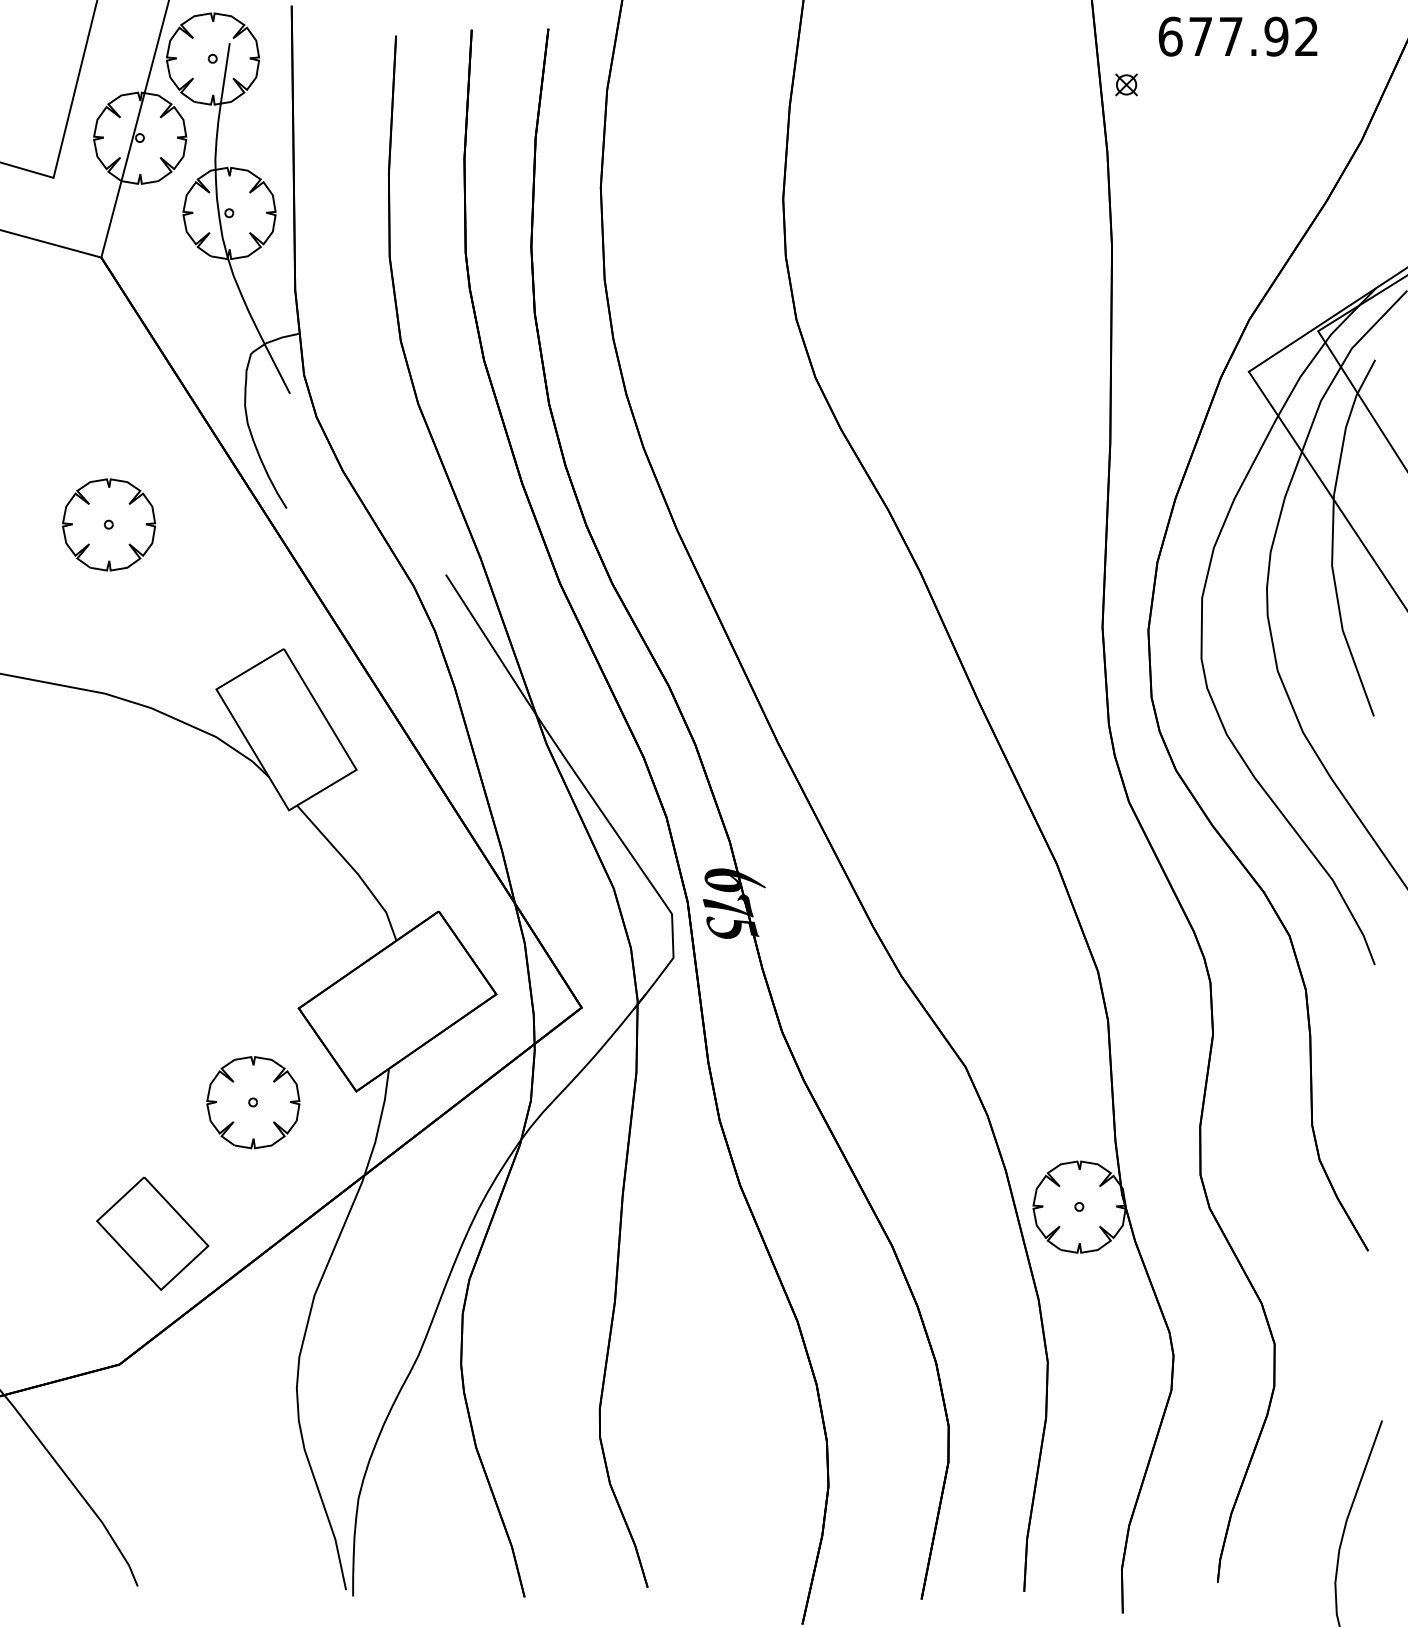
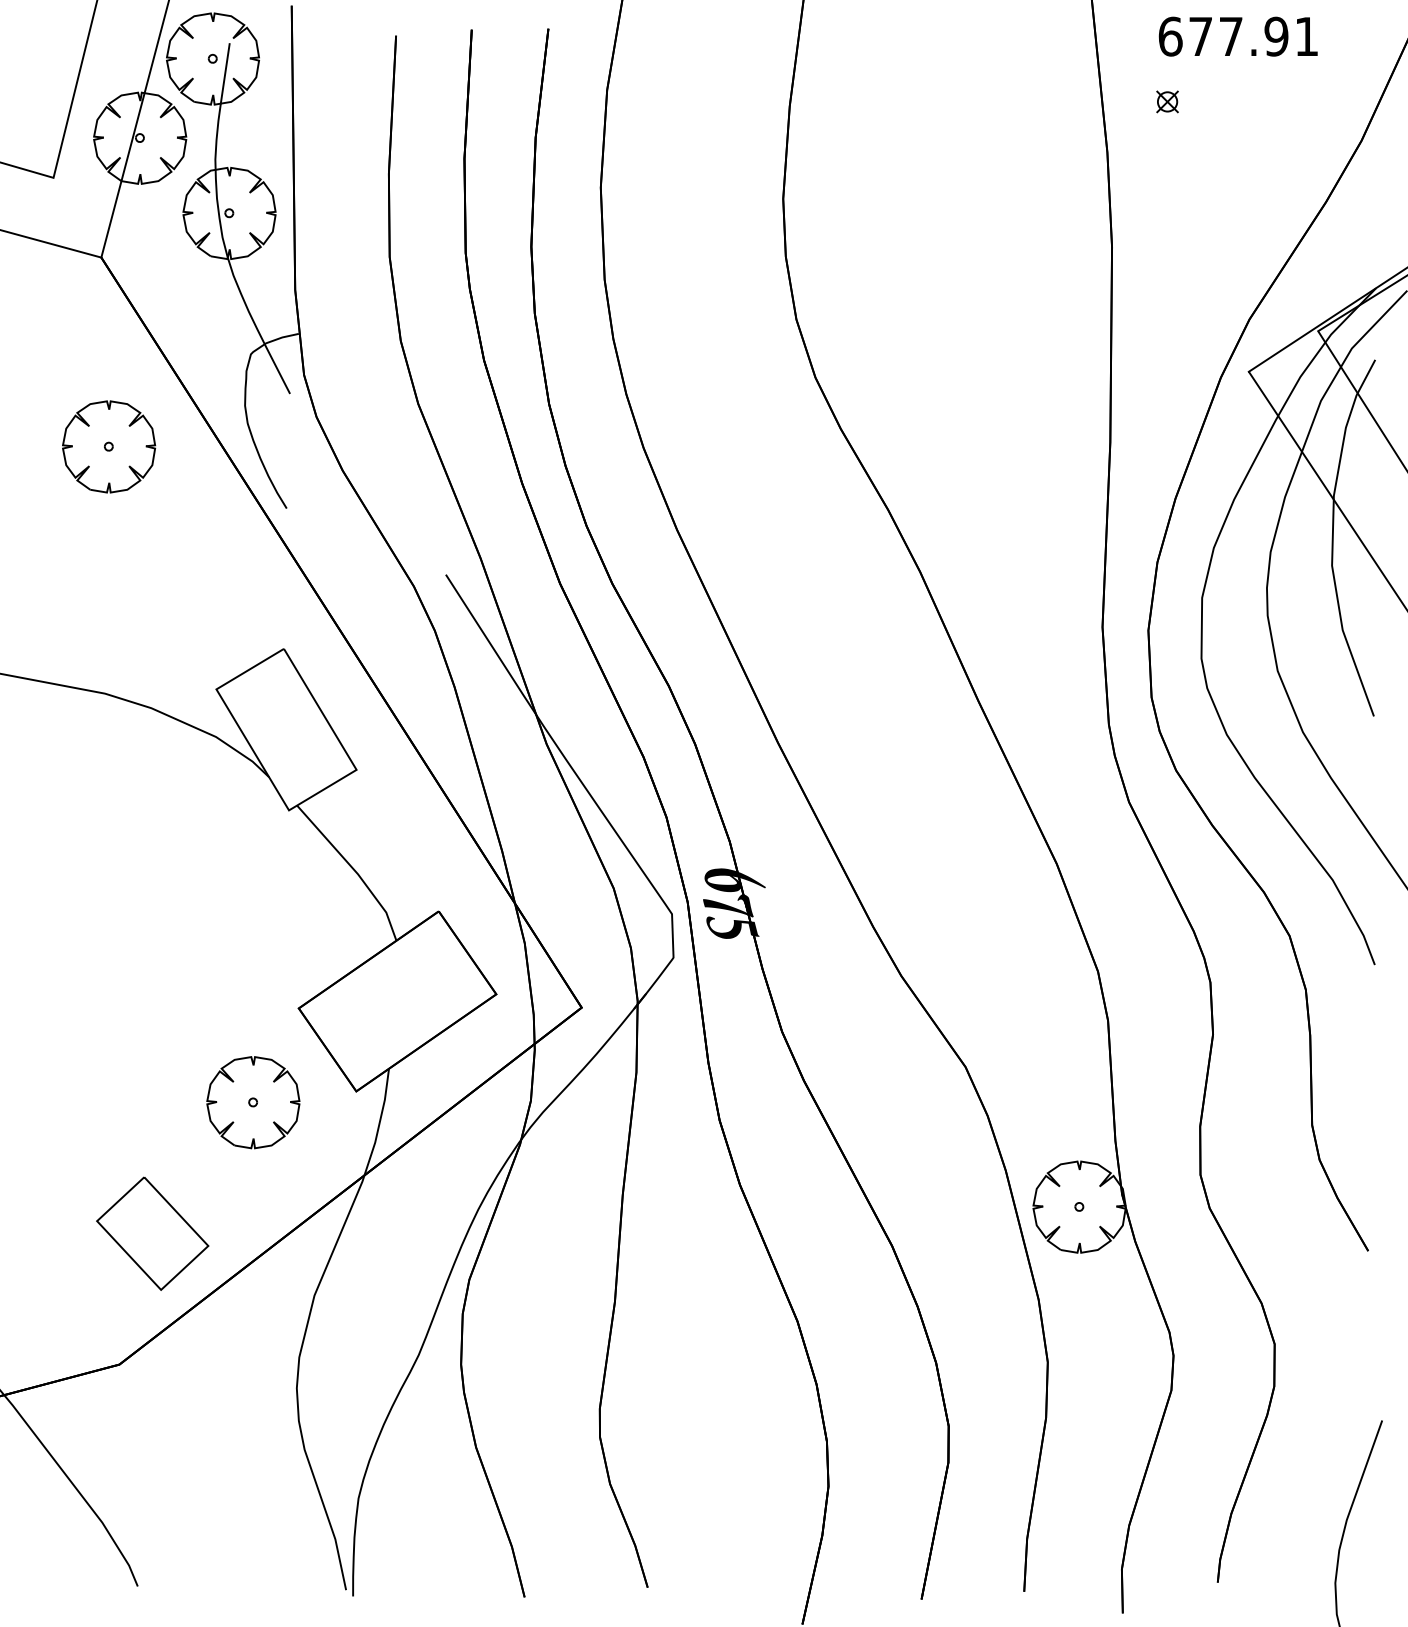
text at (1306, 35): 677.92 -> 677.91
part at (1126, 84) position: (1126, 84) -> (1167, 101)
part at (109, 524) position: (109, 524) -> (109, 446)
